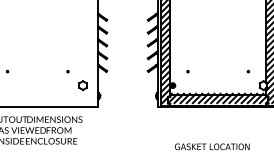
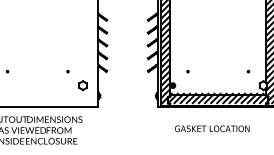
text at (212, 146) position: (212, 146) -> (212, 128)
